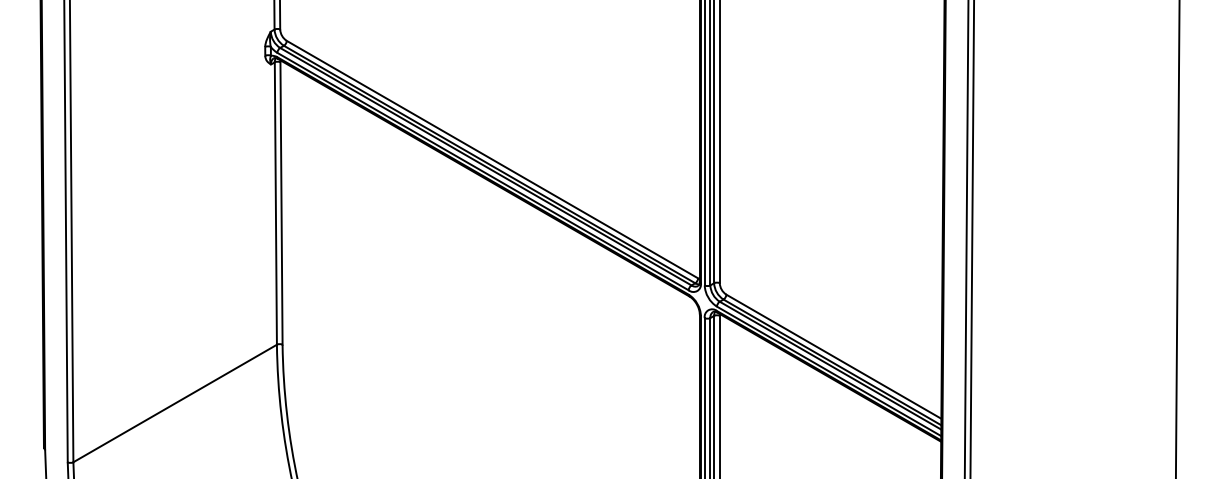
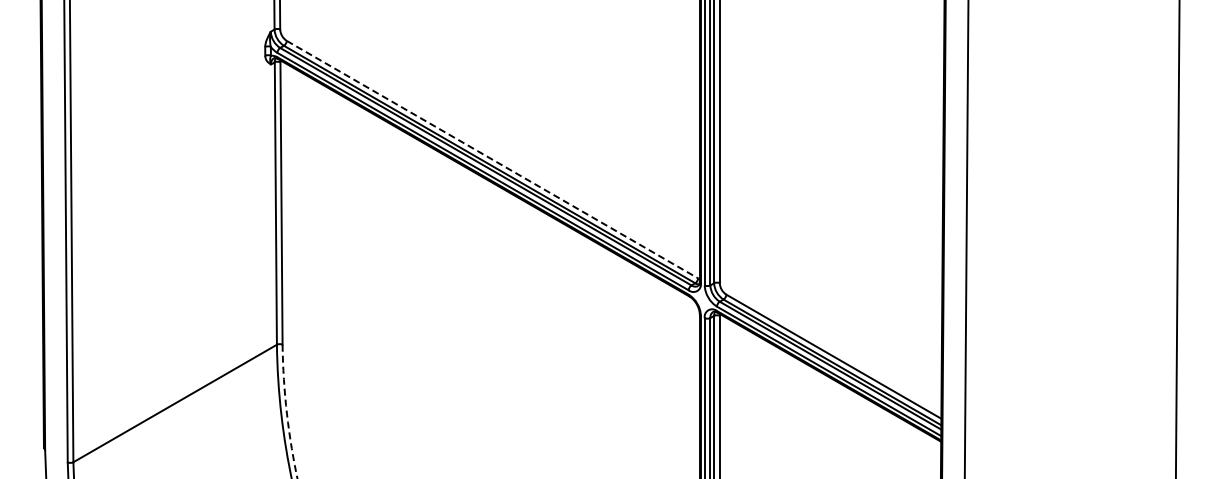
line at (492, 159): solid -> dashed
line at (972, 238): present -> none
arc at (286, 413): solid -> dashed
